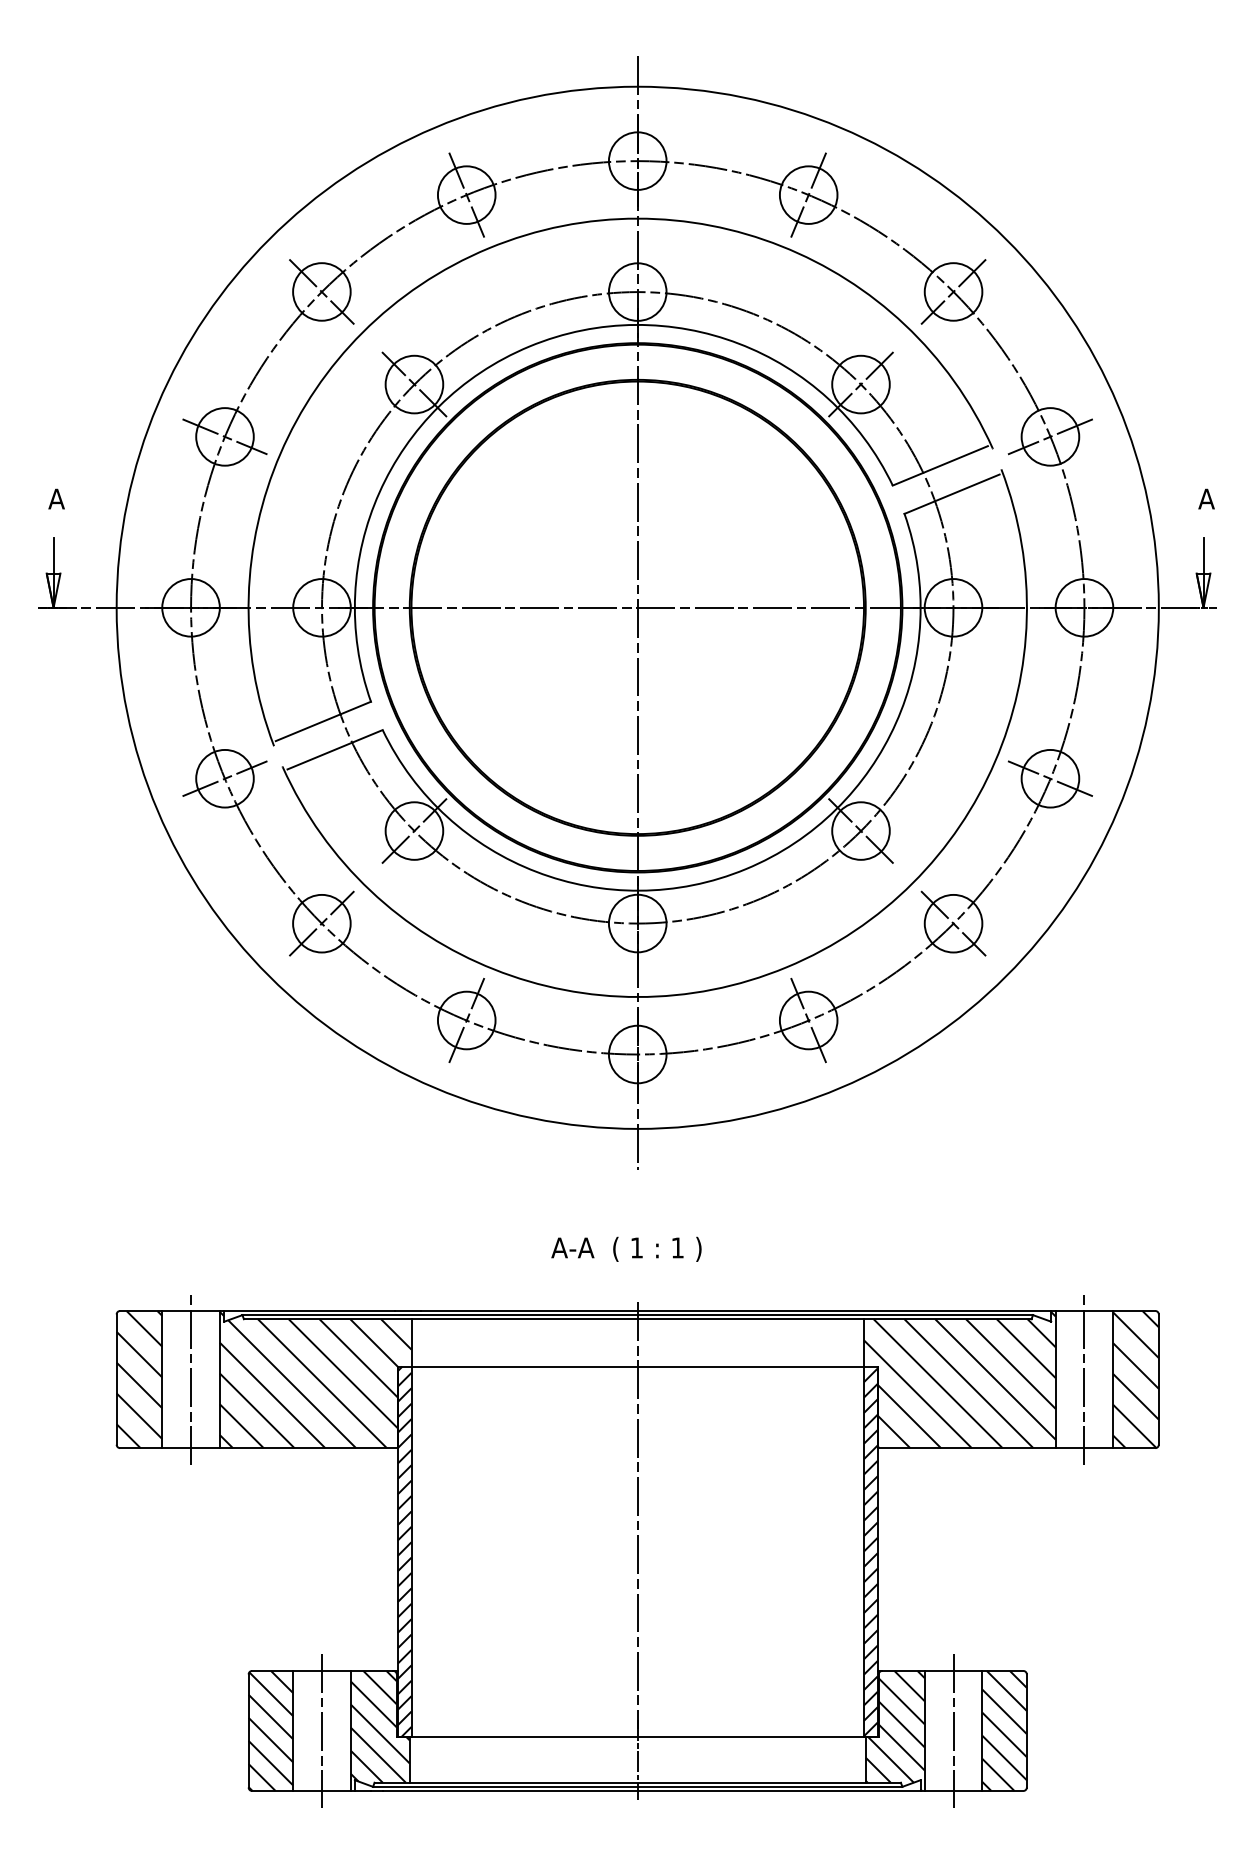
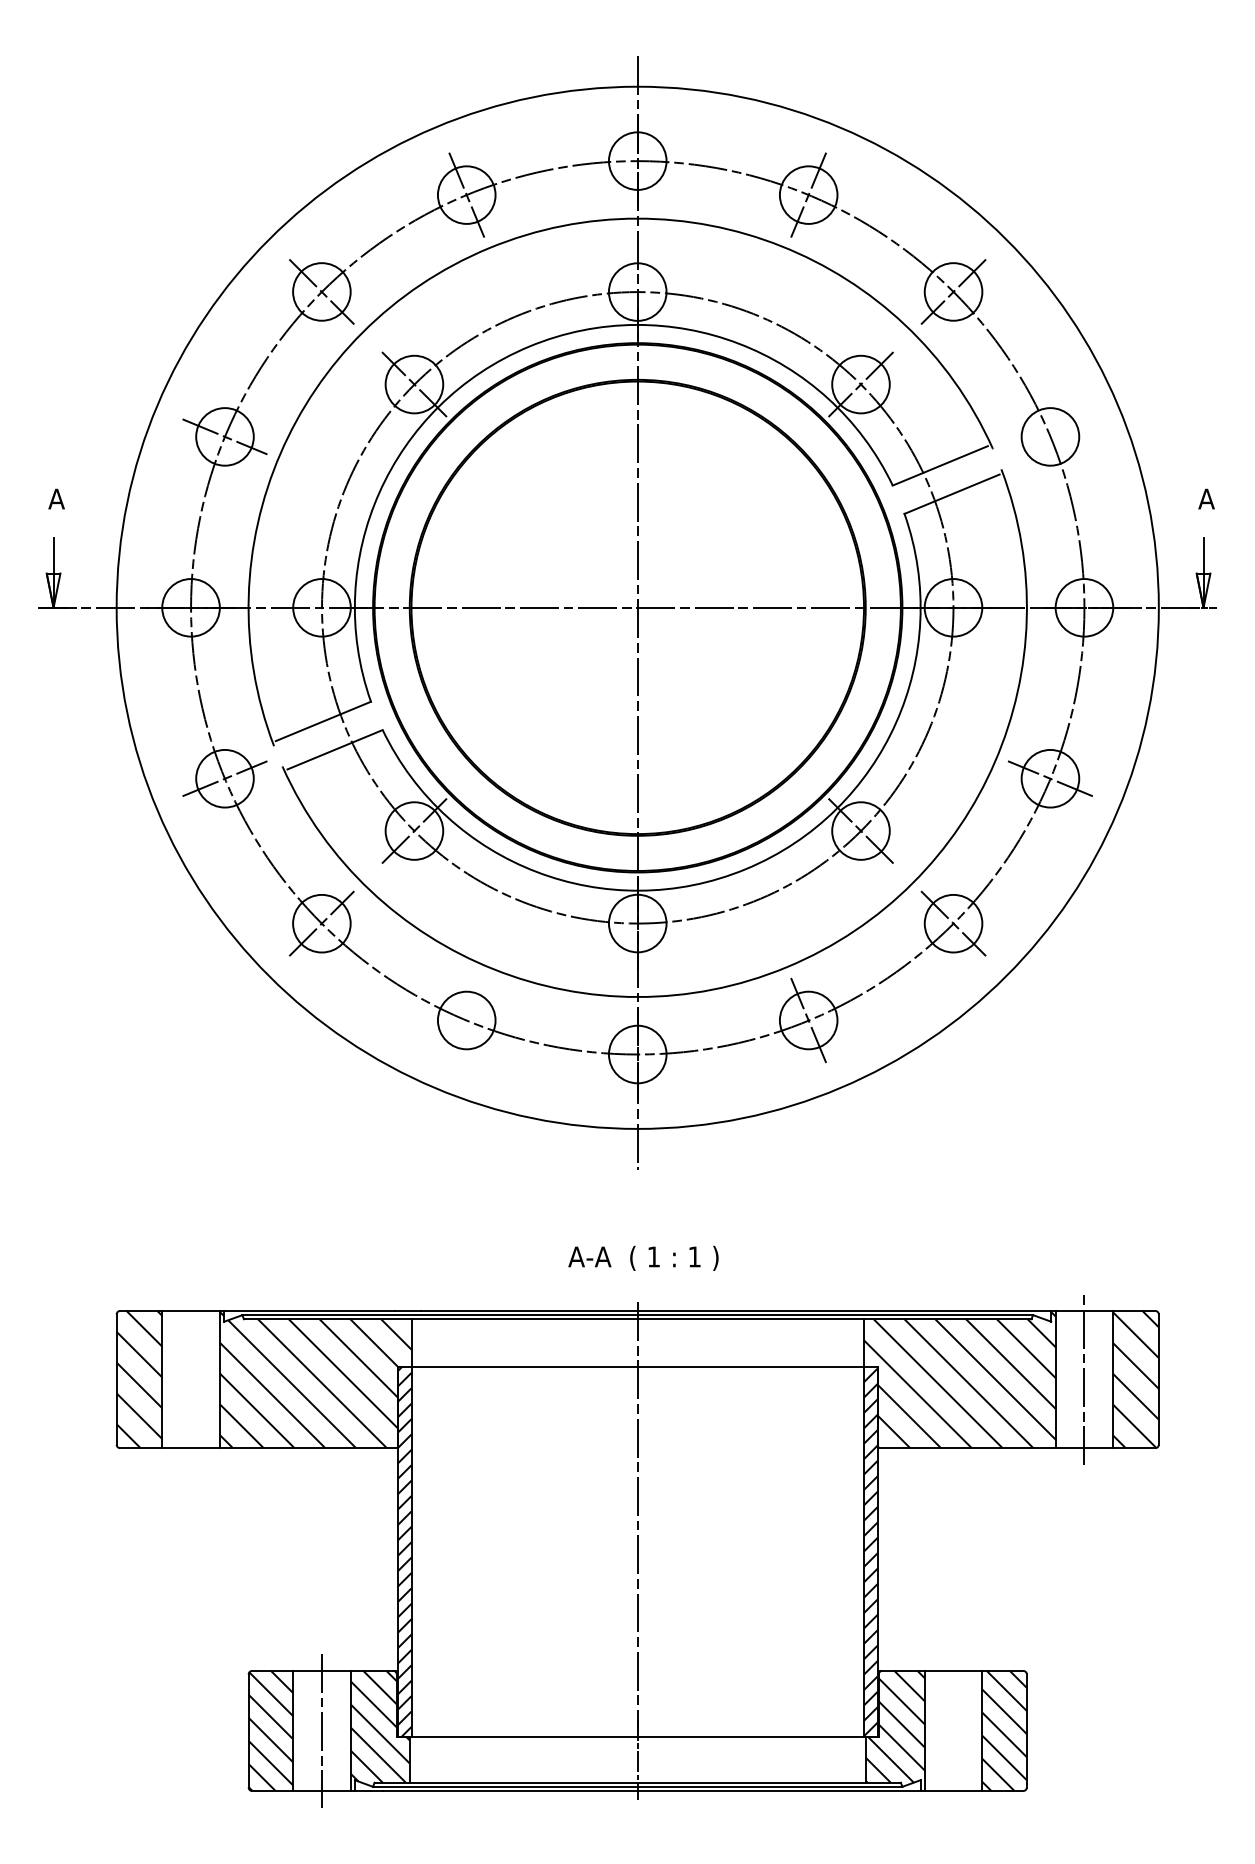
line at (1050, 436): present -> none
line at (466, 1020): present -> none
text at (626, 1248) position: (626, 1248) -> (643, 1257)
line at (191, 1379): present -> none
line at (953, 1730): present -> none
